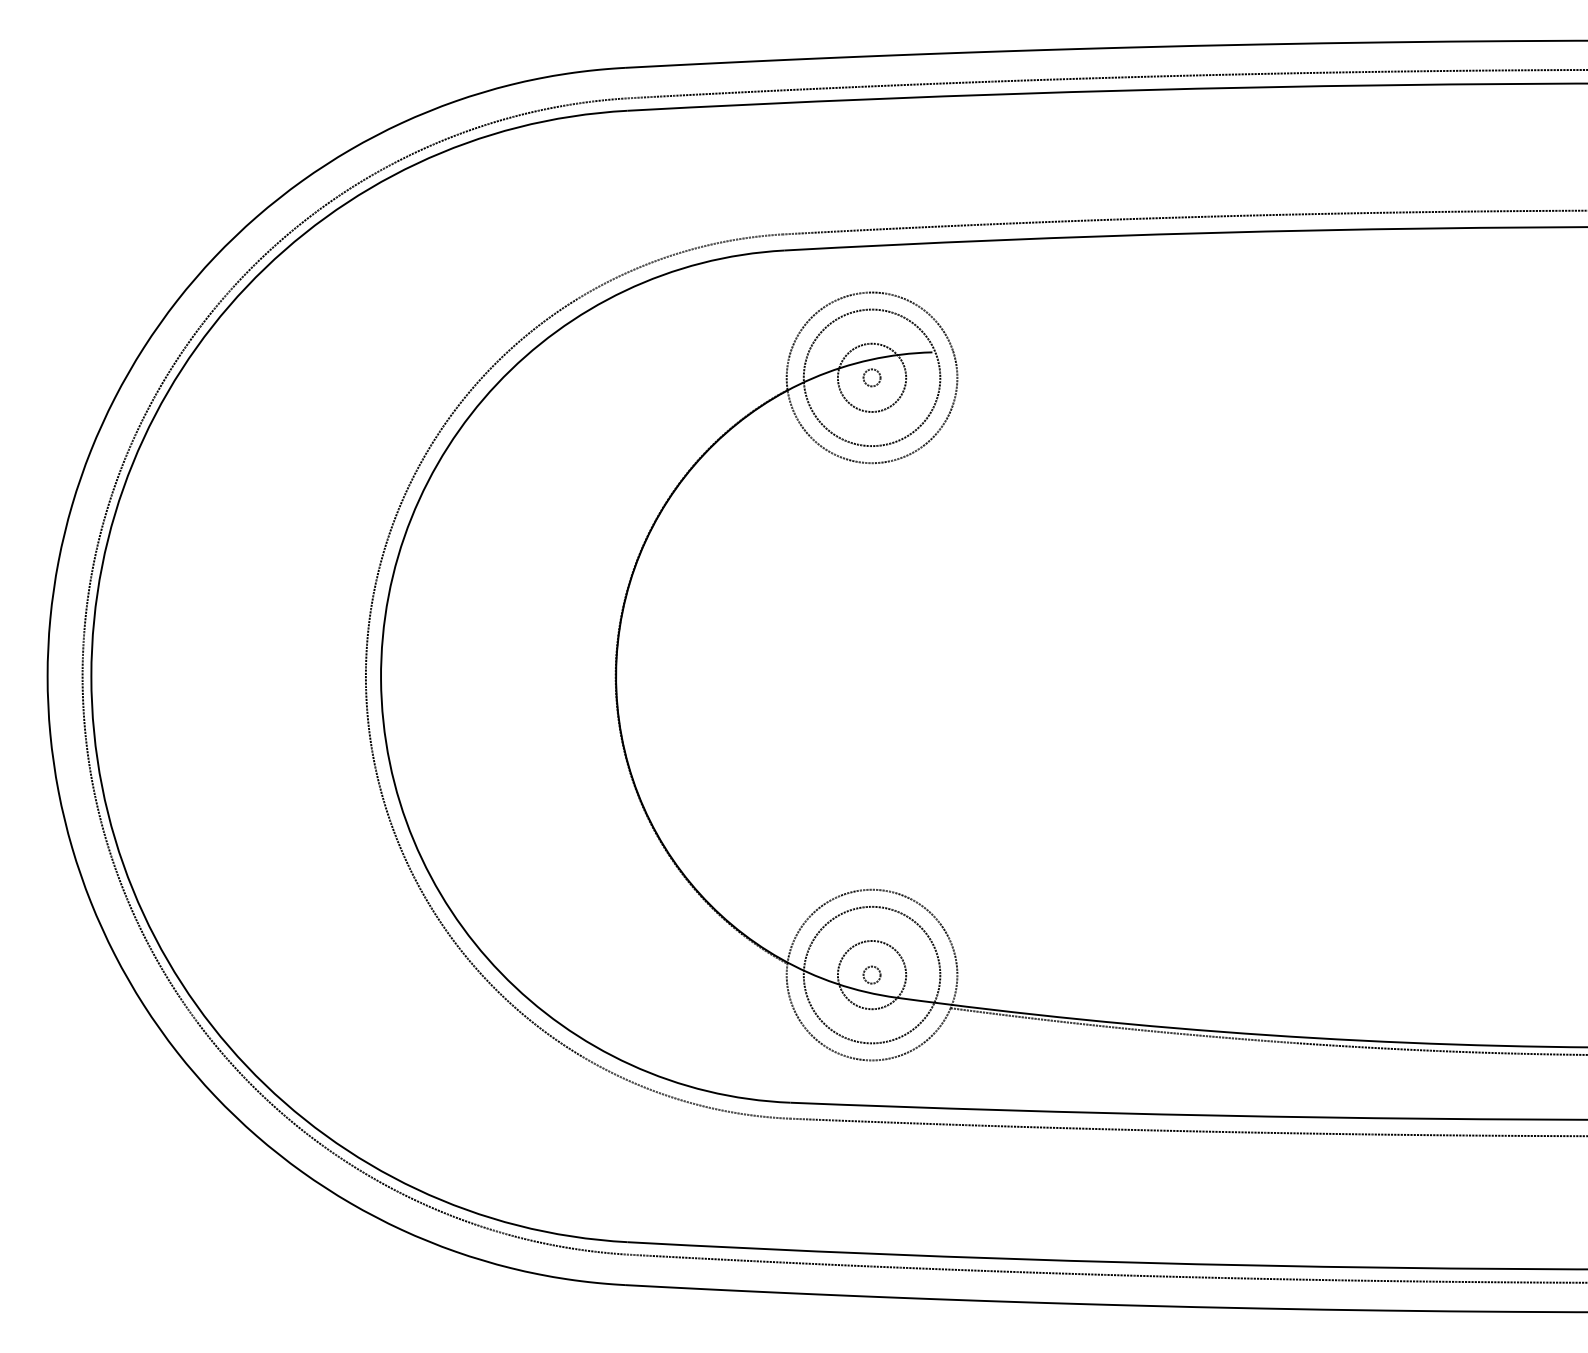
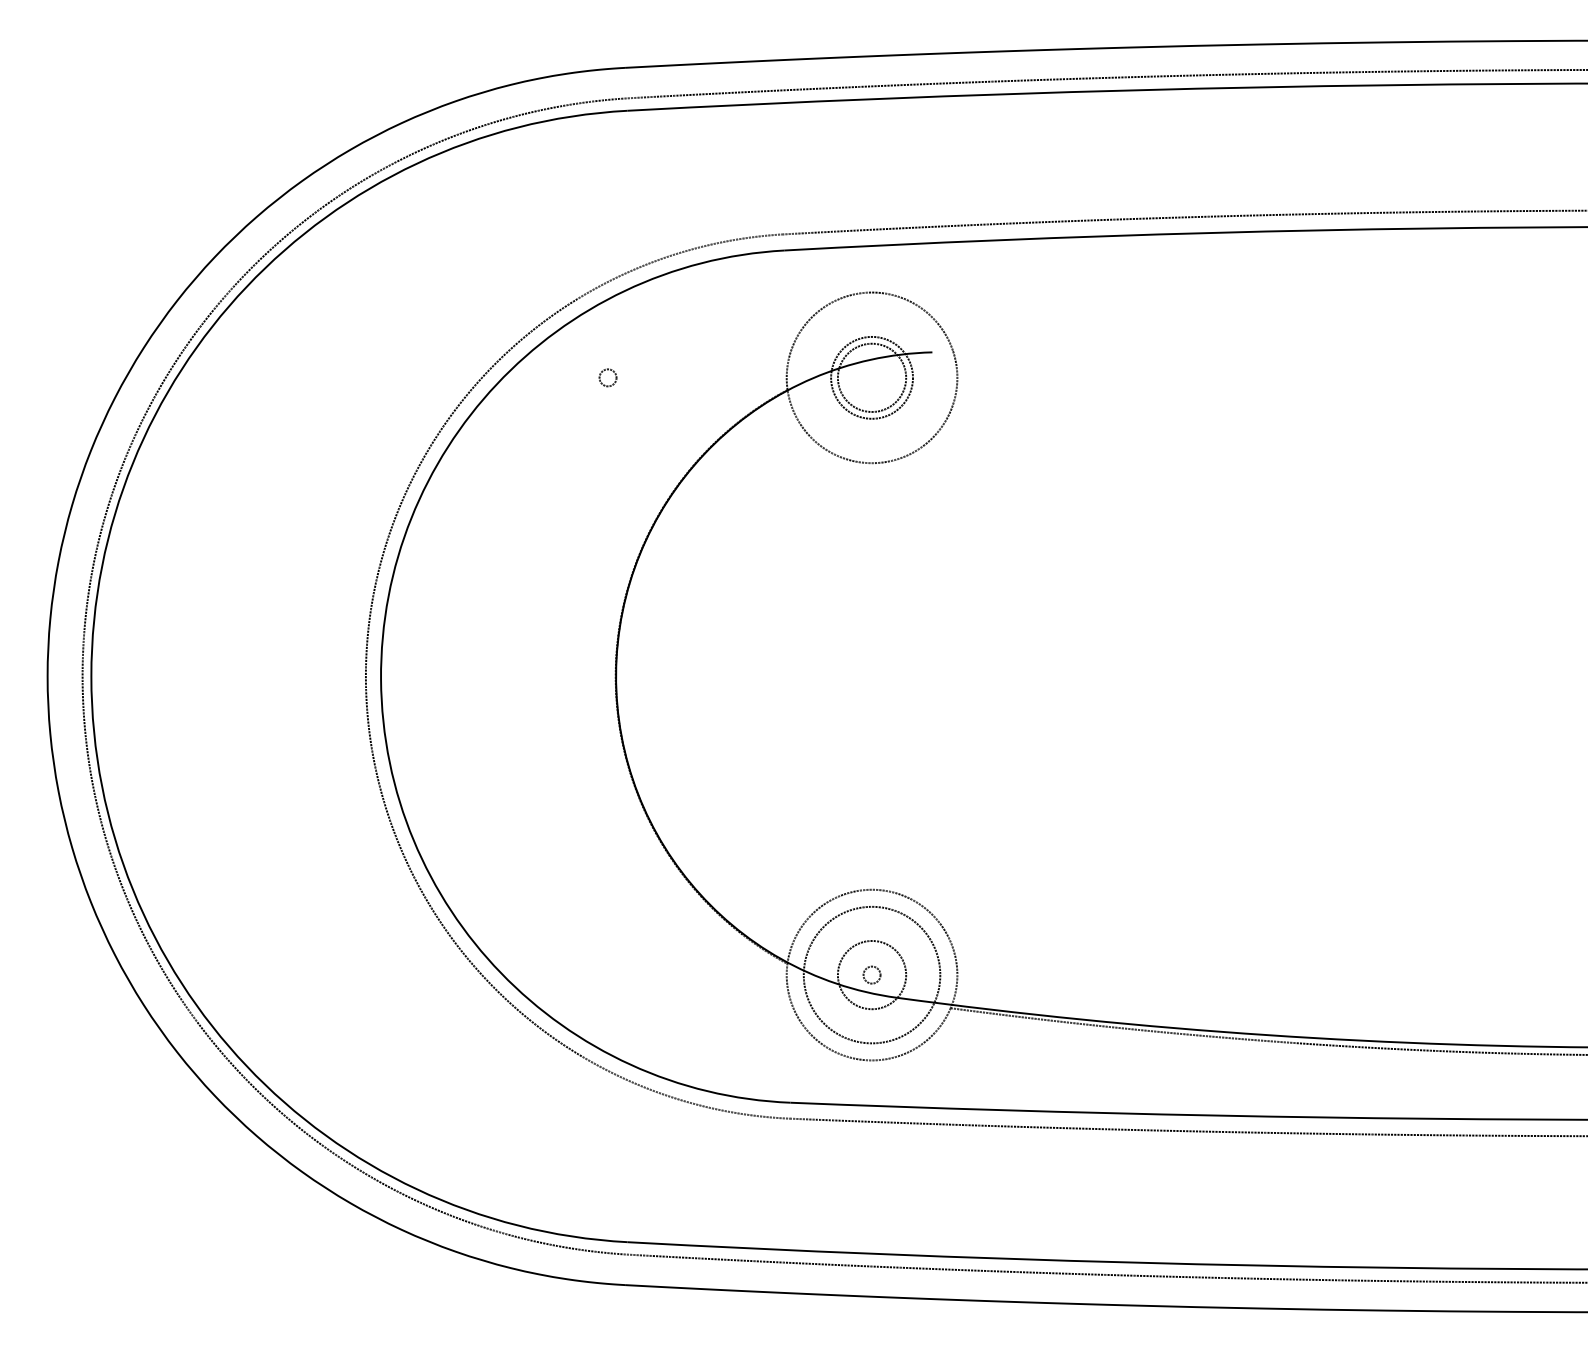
circle at (871, 377) diameter: 137 px -> 82 px
circle at (871, 377) position: (871, 377) -> (607, 377)
